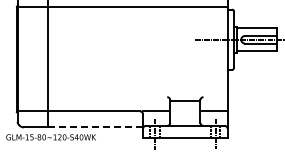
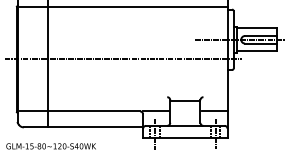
line at (122, 59): none -> present
line at (95, 127): dashed -> solid
text at (50, 137) position: (50, 137) -> (50, 146)
